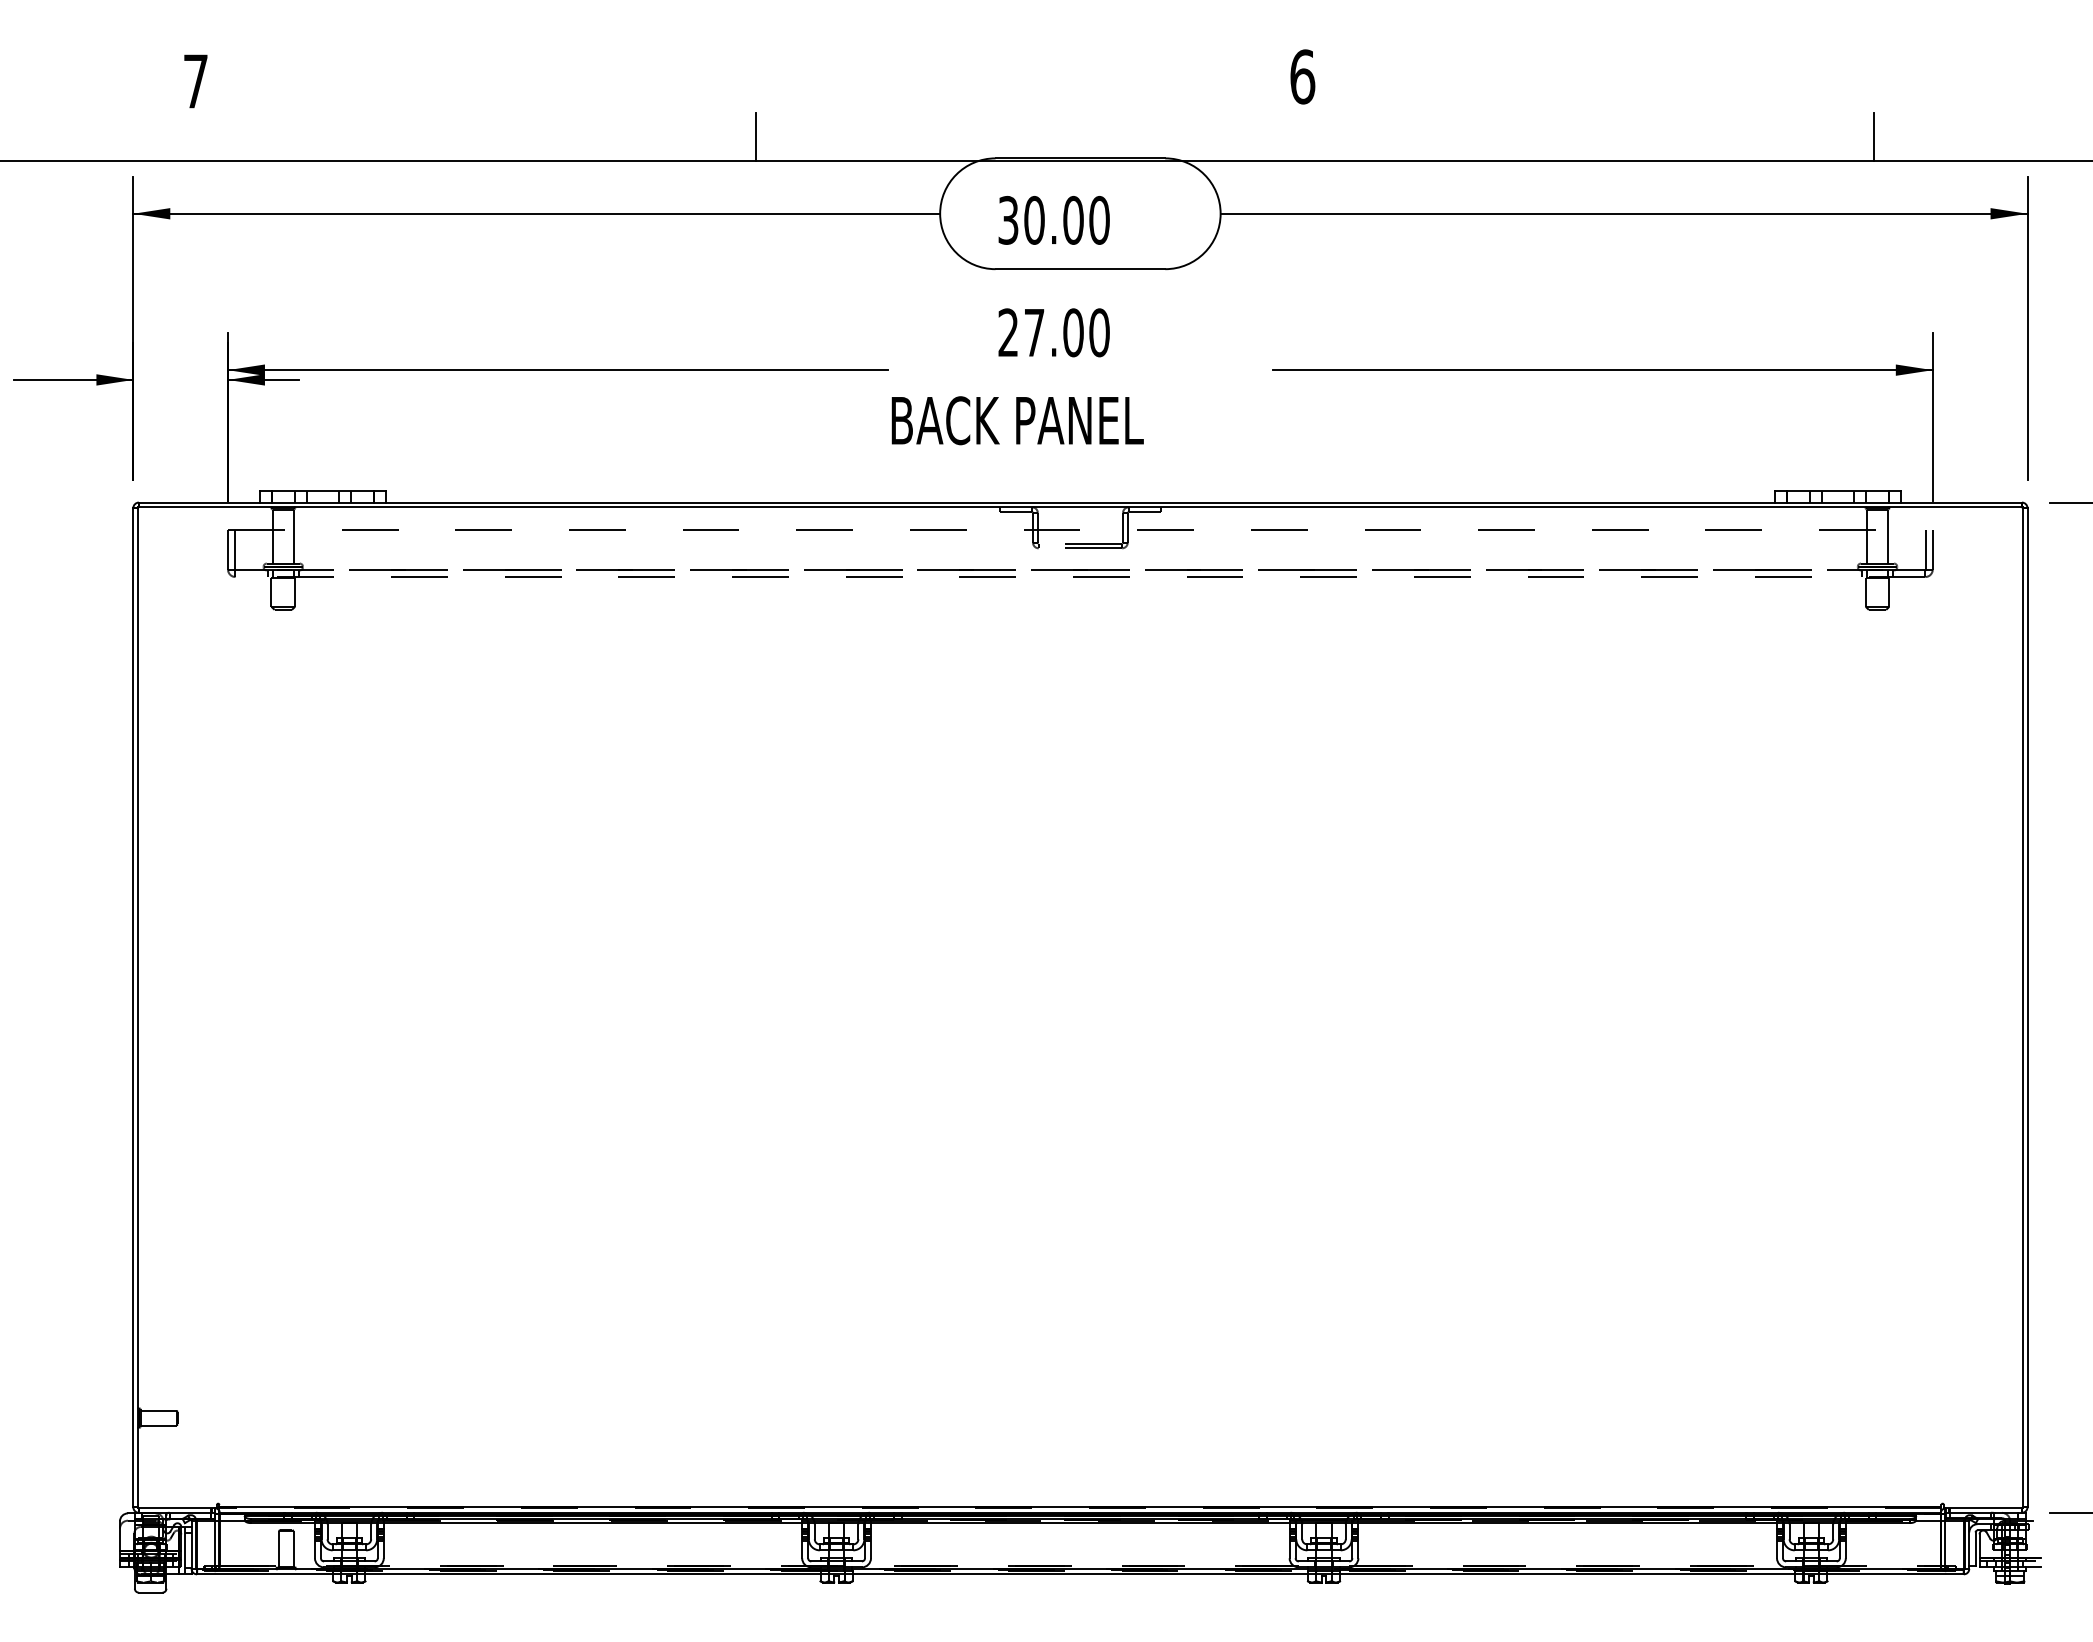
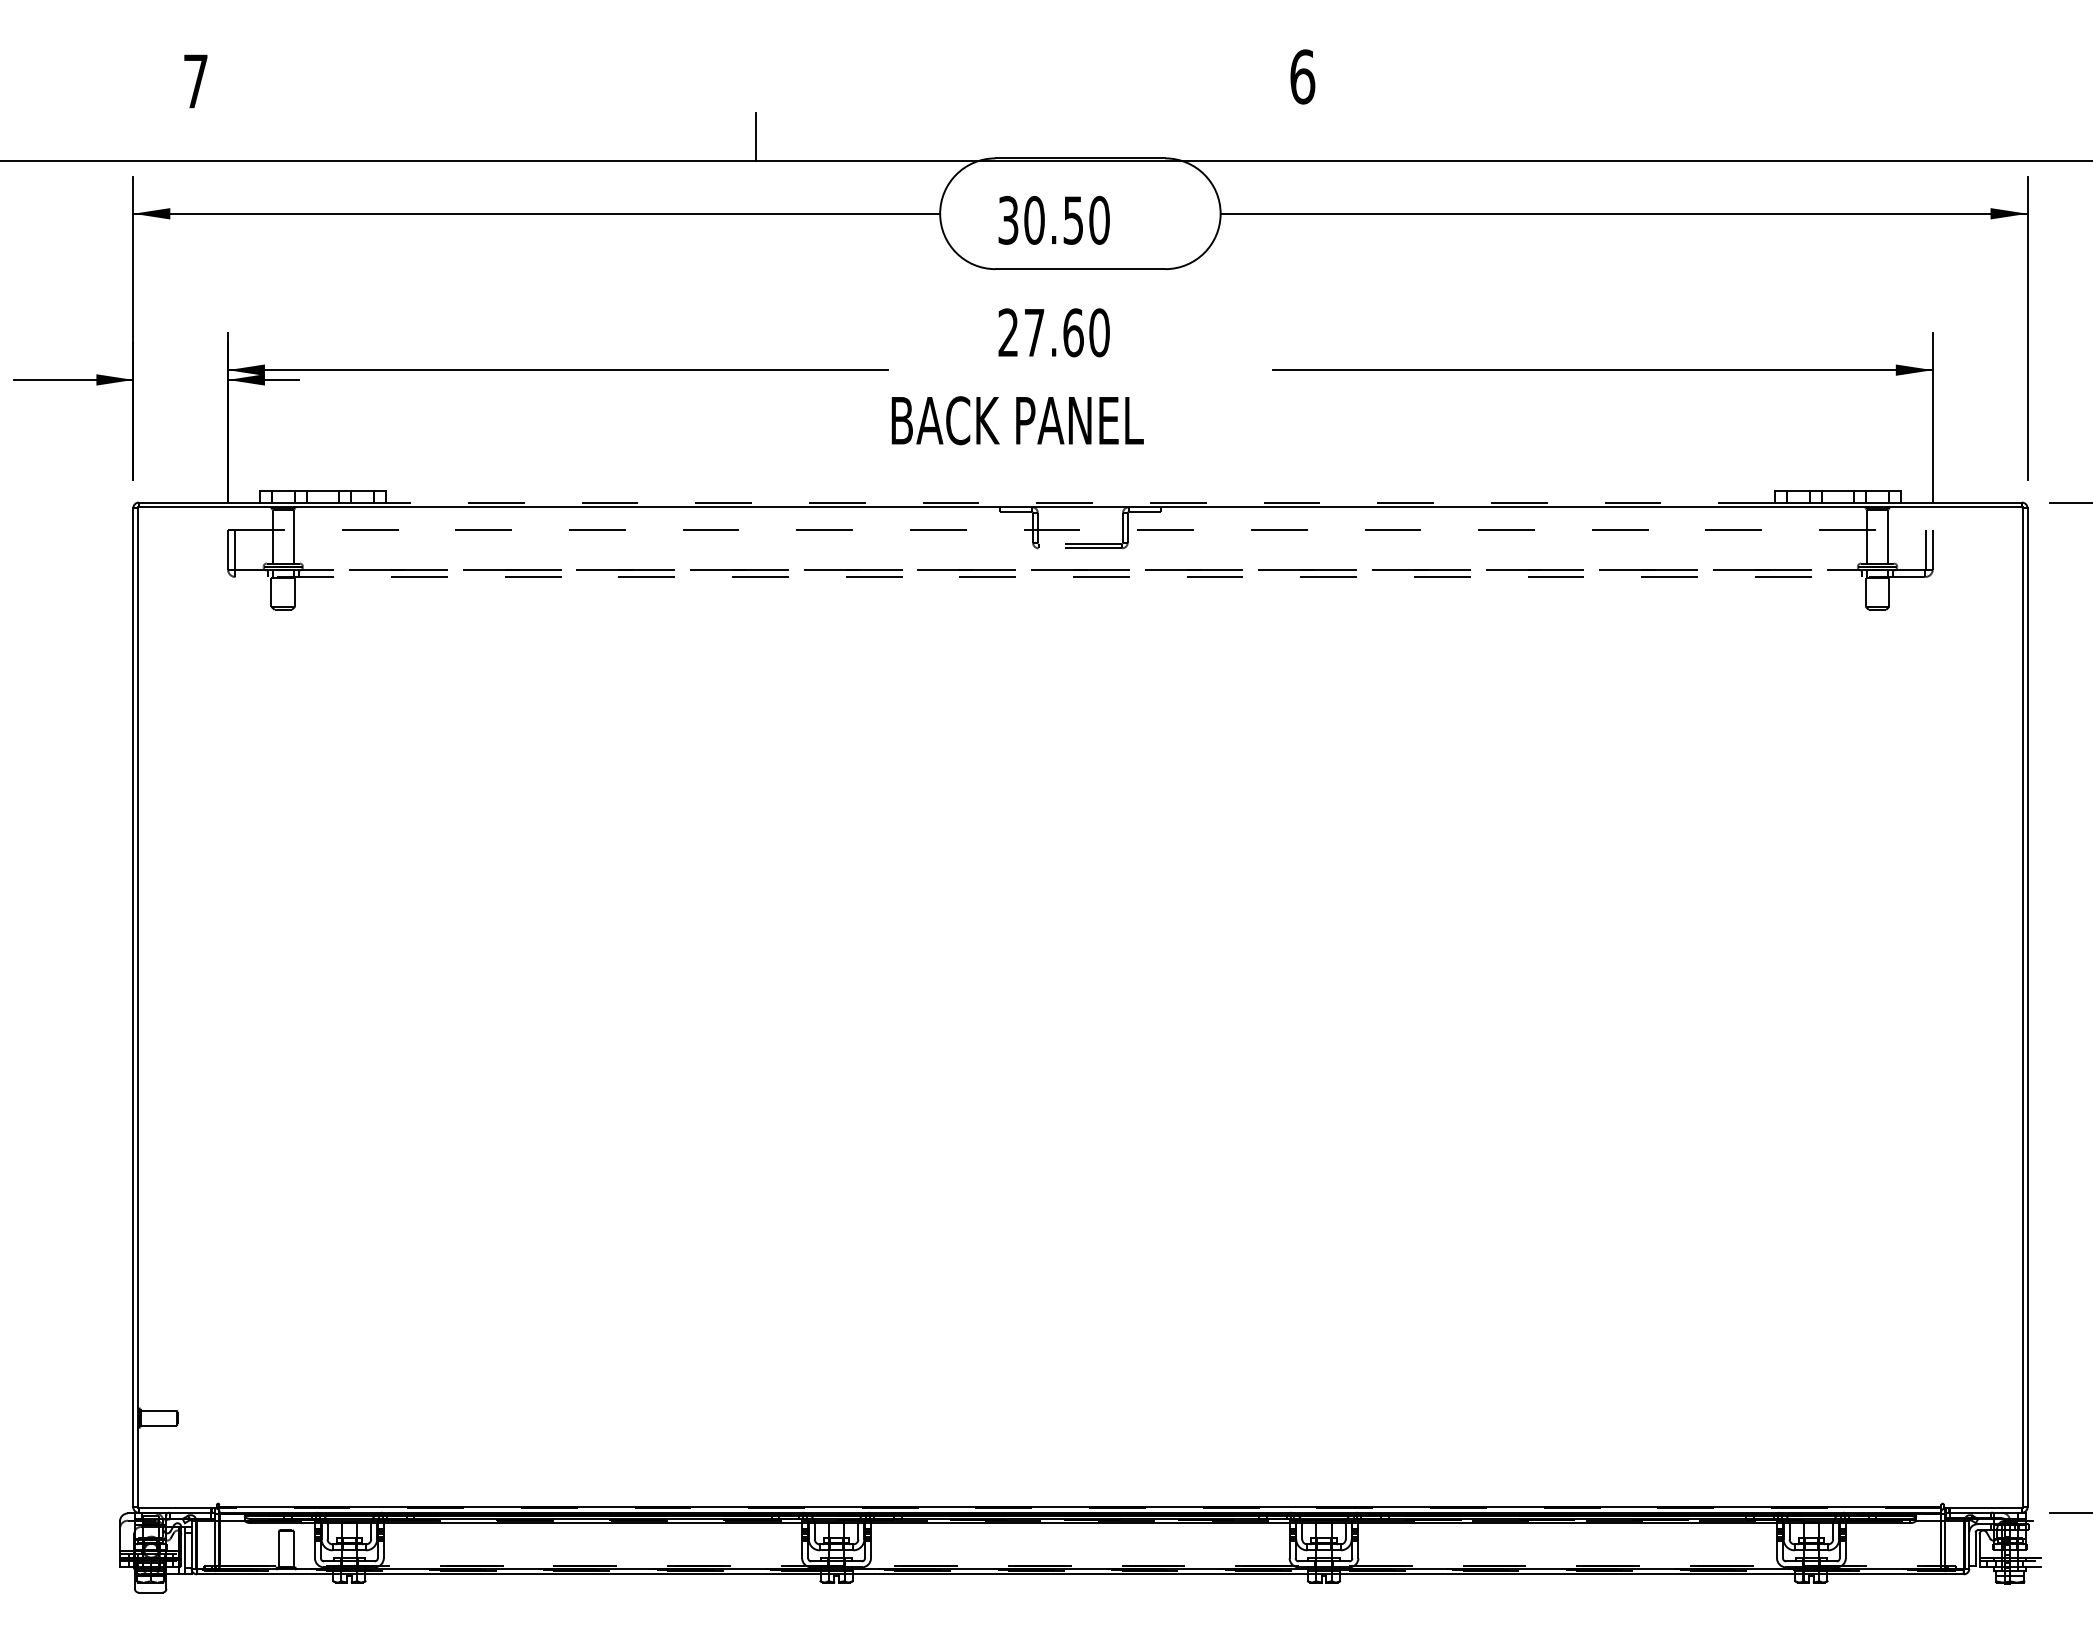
line at (1874, 136): present -> none
text at (1073, 219): 30.00 -> 30.50
text at (1073, 332): 27.00 -> 27.60
line at (1080, 502): solid -> dashed
